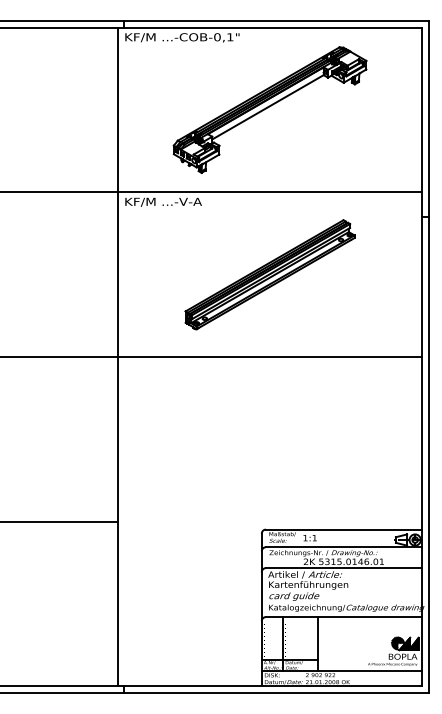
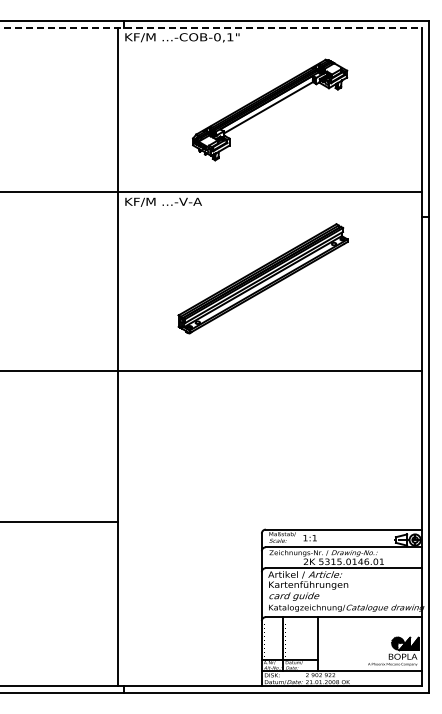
line at (211, 27): solid -> dashed
part at (269, 109) size: 196x128 px -> 157x104 px
part at (269, 274) position: (269, 274) -> (262, 278)
line at (212, 357) position: (212, 357) -> (212, 371)
